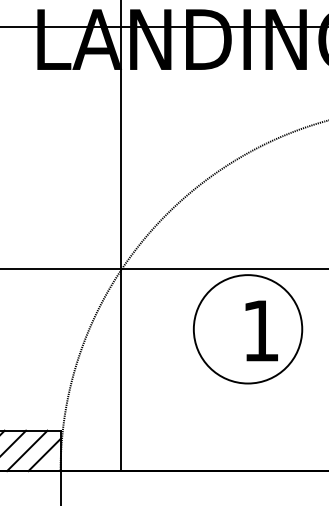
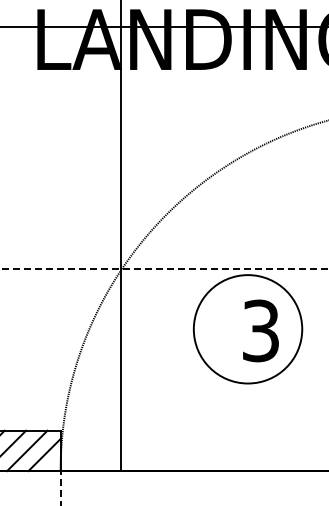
line at (164, 269): solid -> dashed
text at (260, 330): 1 -> 3
line at (60, 488): solid -> dashed
